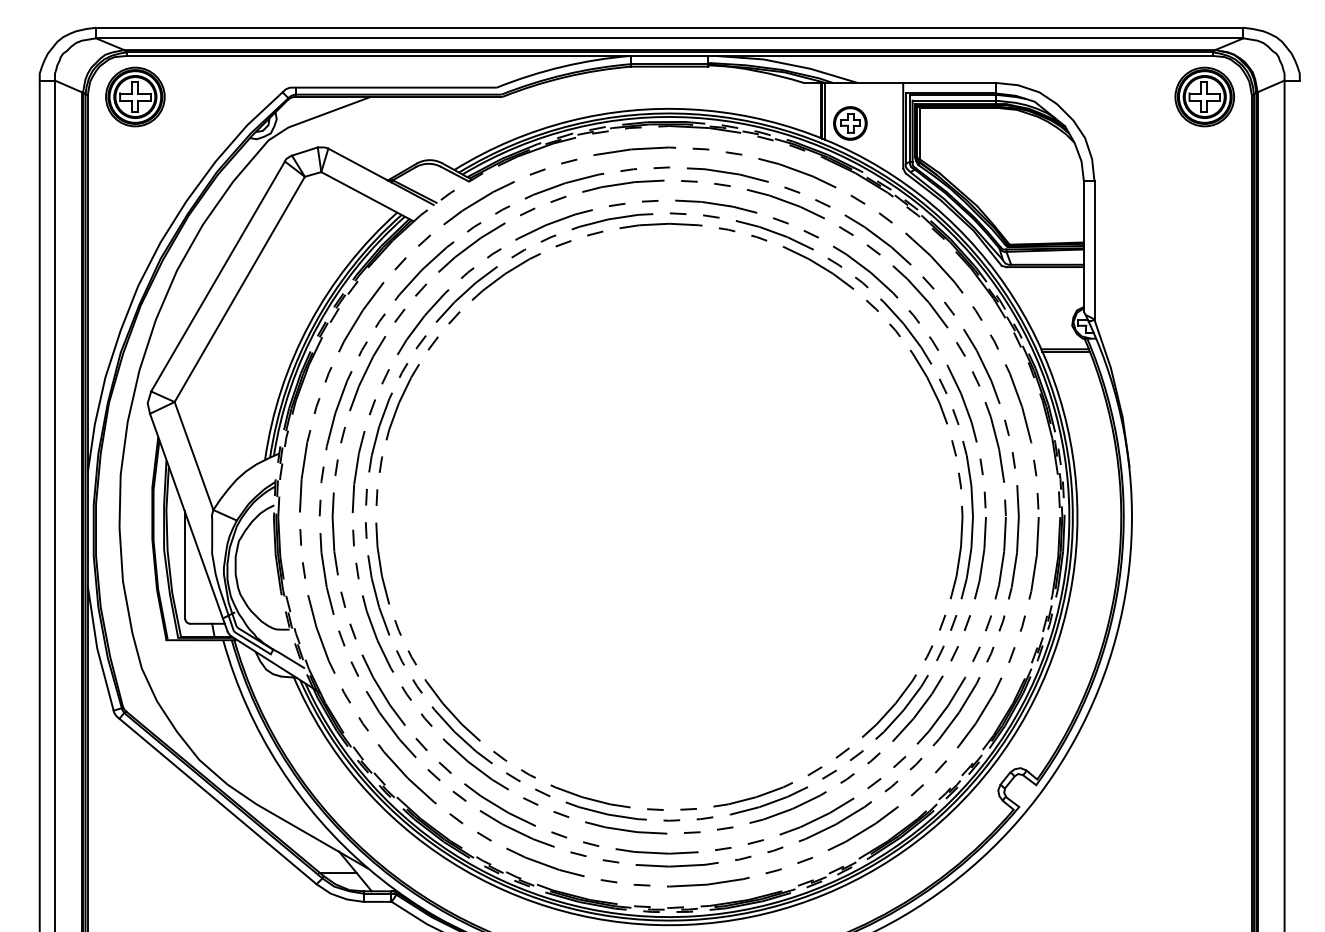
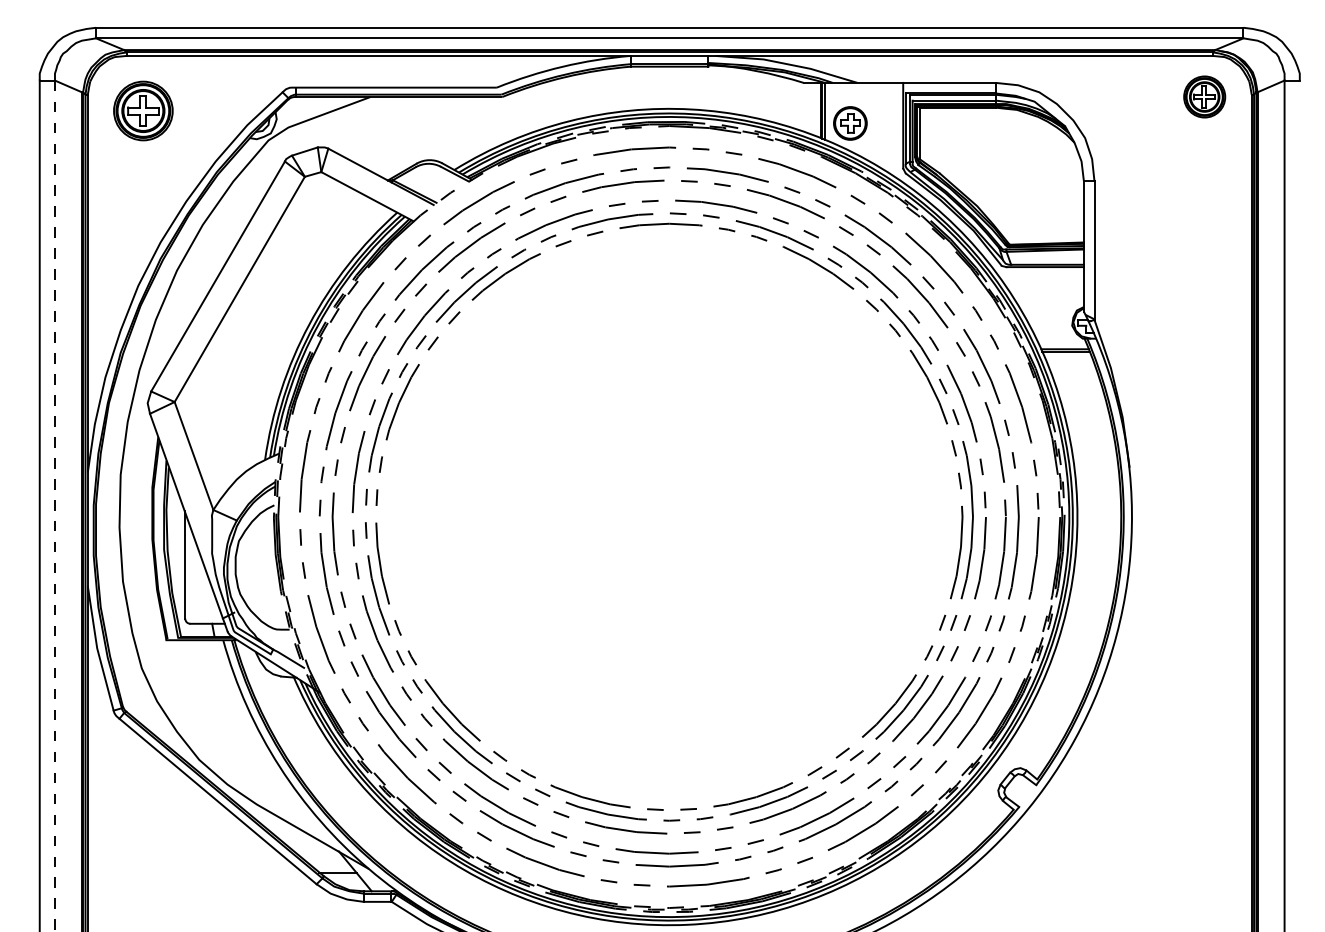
part at (135, 96) position: (135, 96) -> (143, 110)
part at (1204, 96) size: 61x62 px -> 44x44 px
line at (54, 506): solid -> dashed
